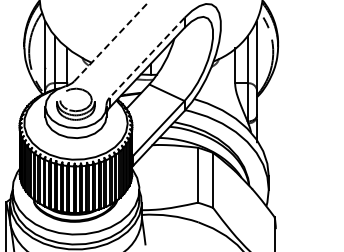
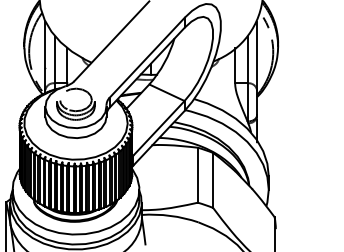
line at (111, 41): dashed -> solid
line at (147, 57): dashed -> solid
